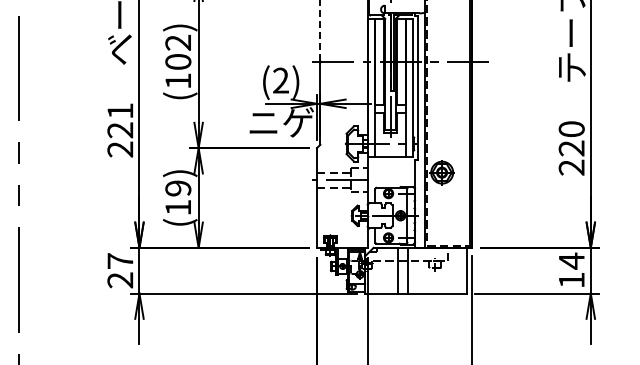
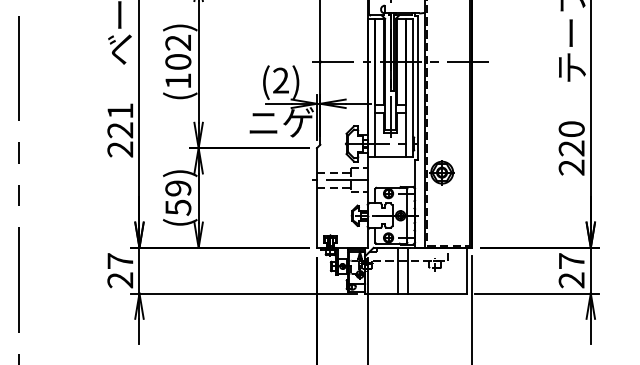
line at (320, 30): dashed -> solid
text at (178, 207): (19) -> (59)
text at (571, 270): 14 -> 27
